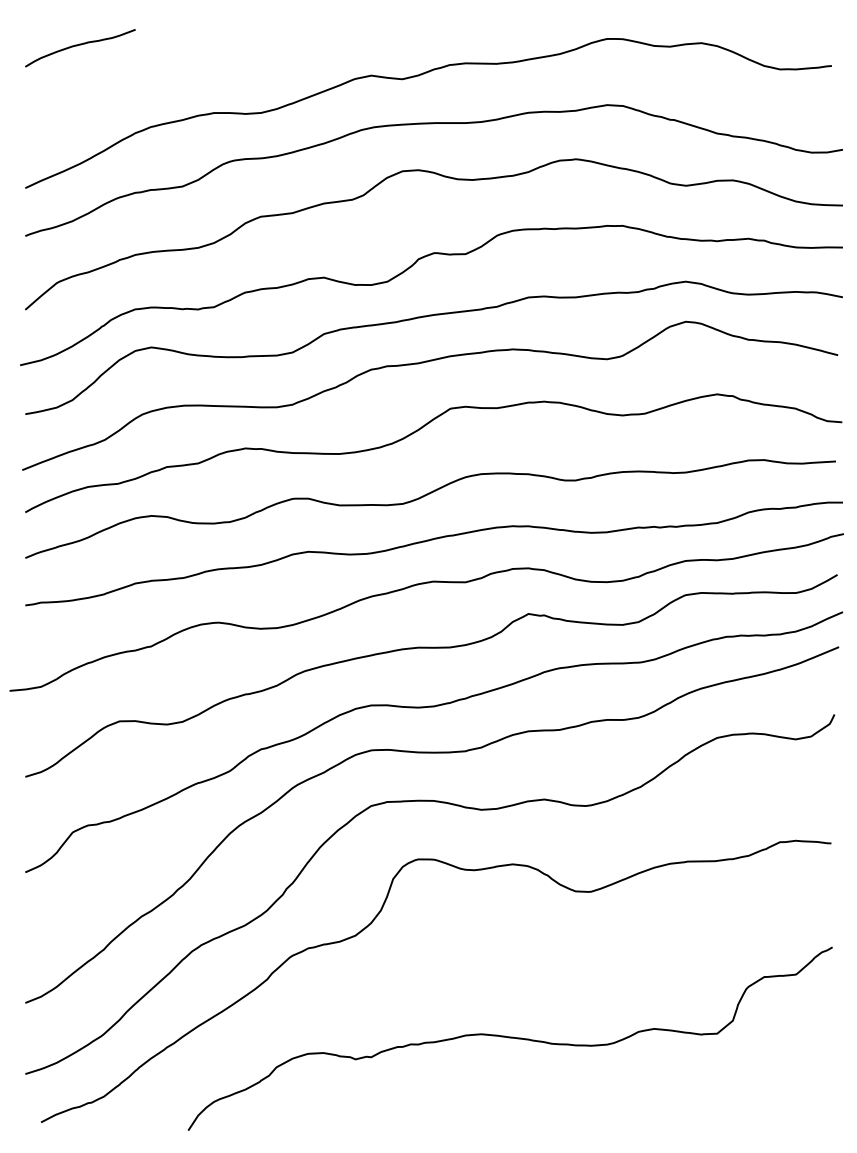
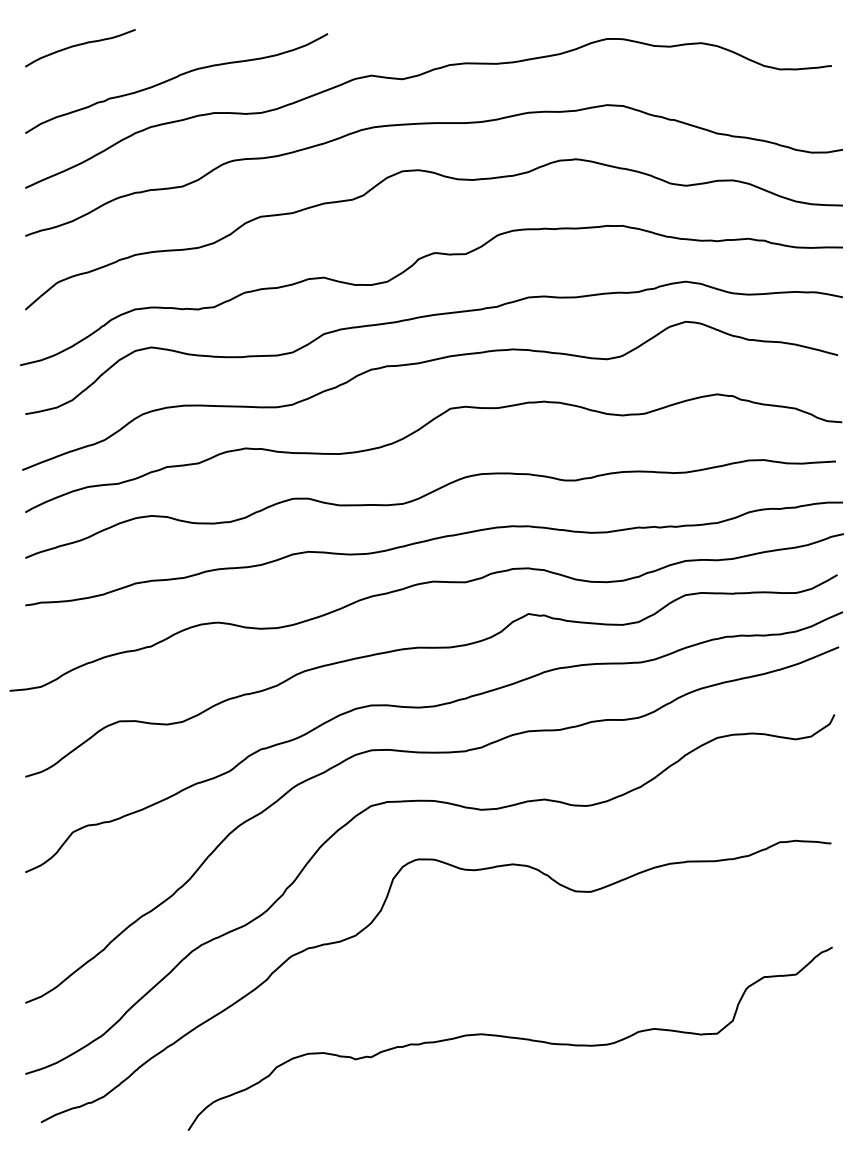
curve at (176, 78): none -> present
